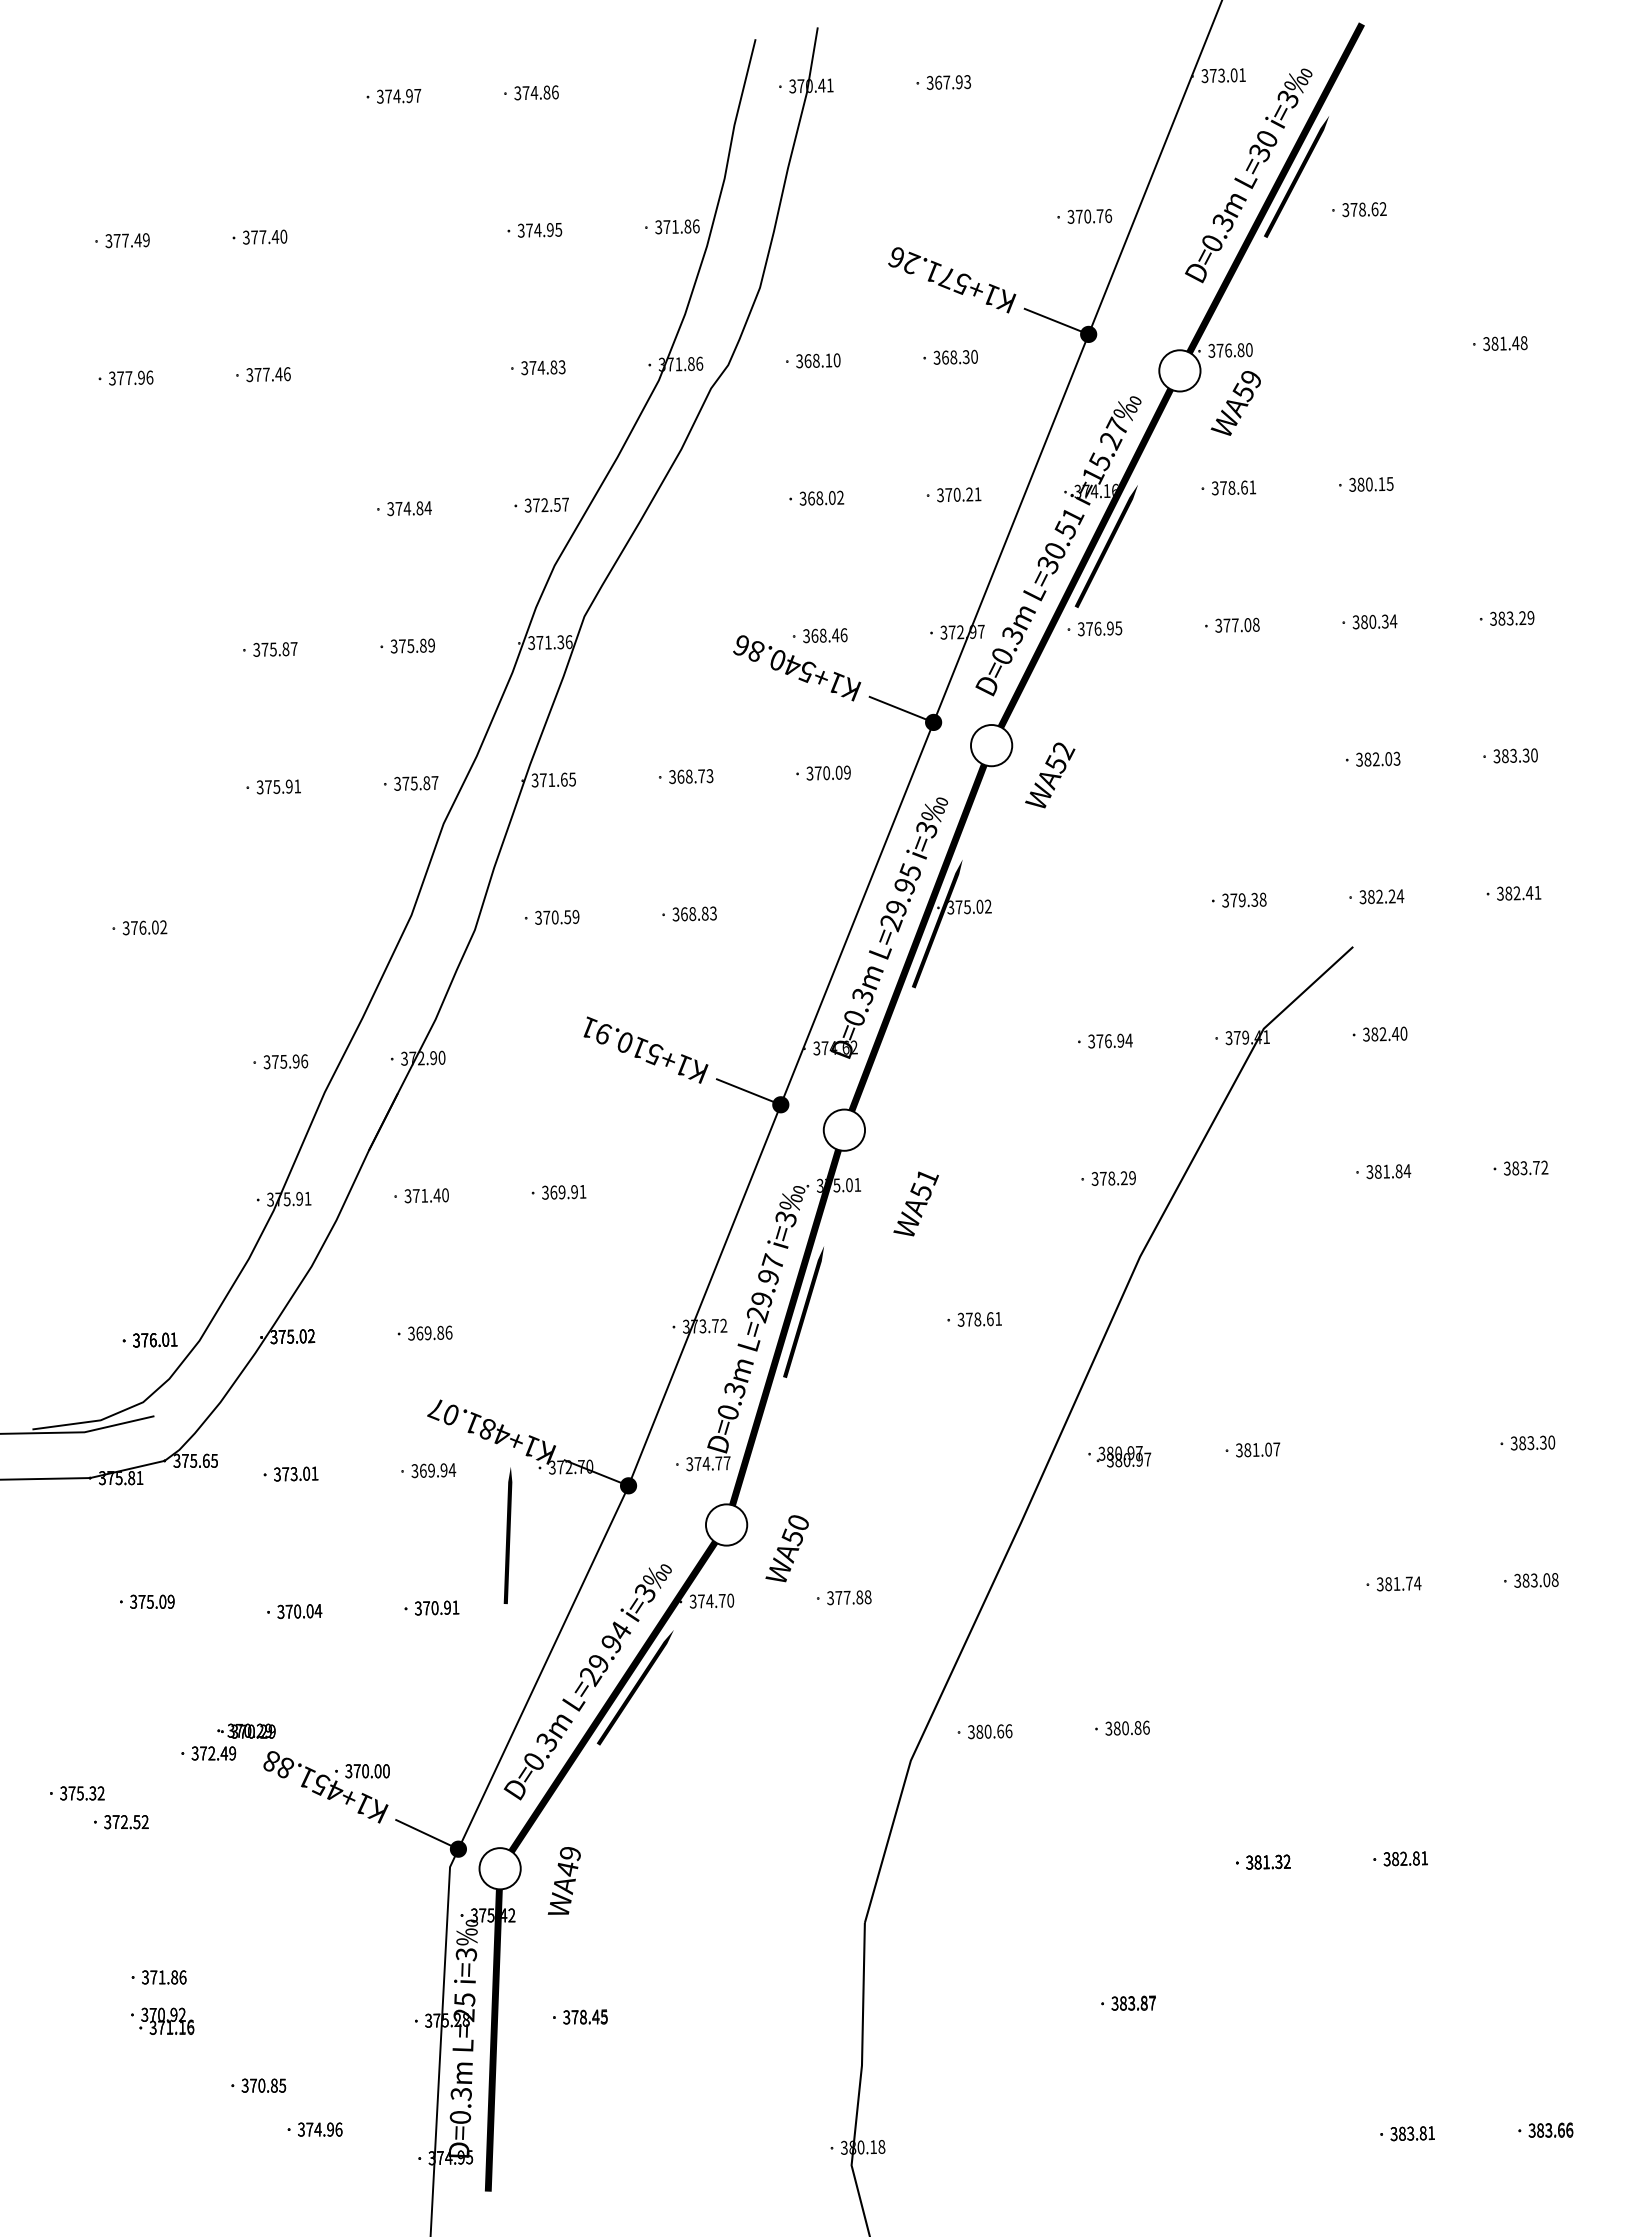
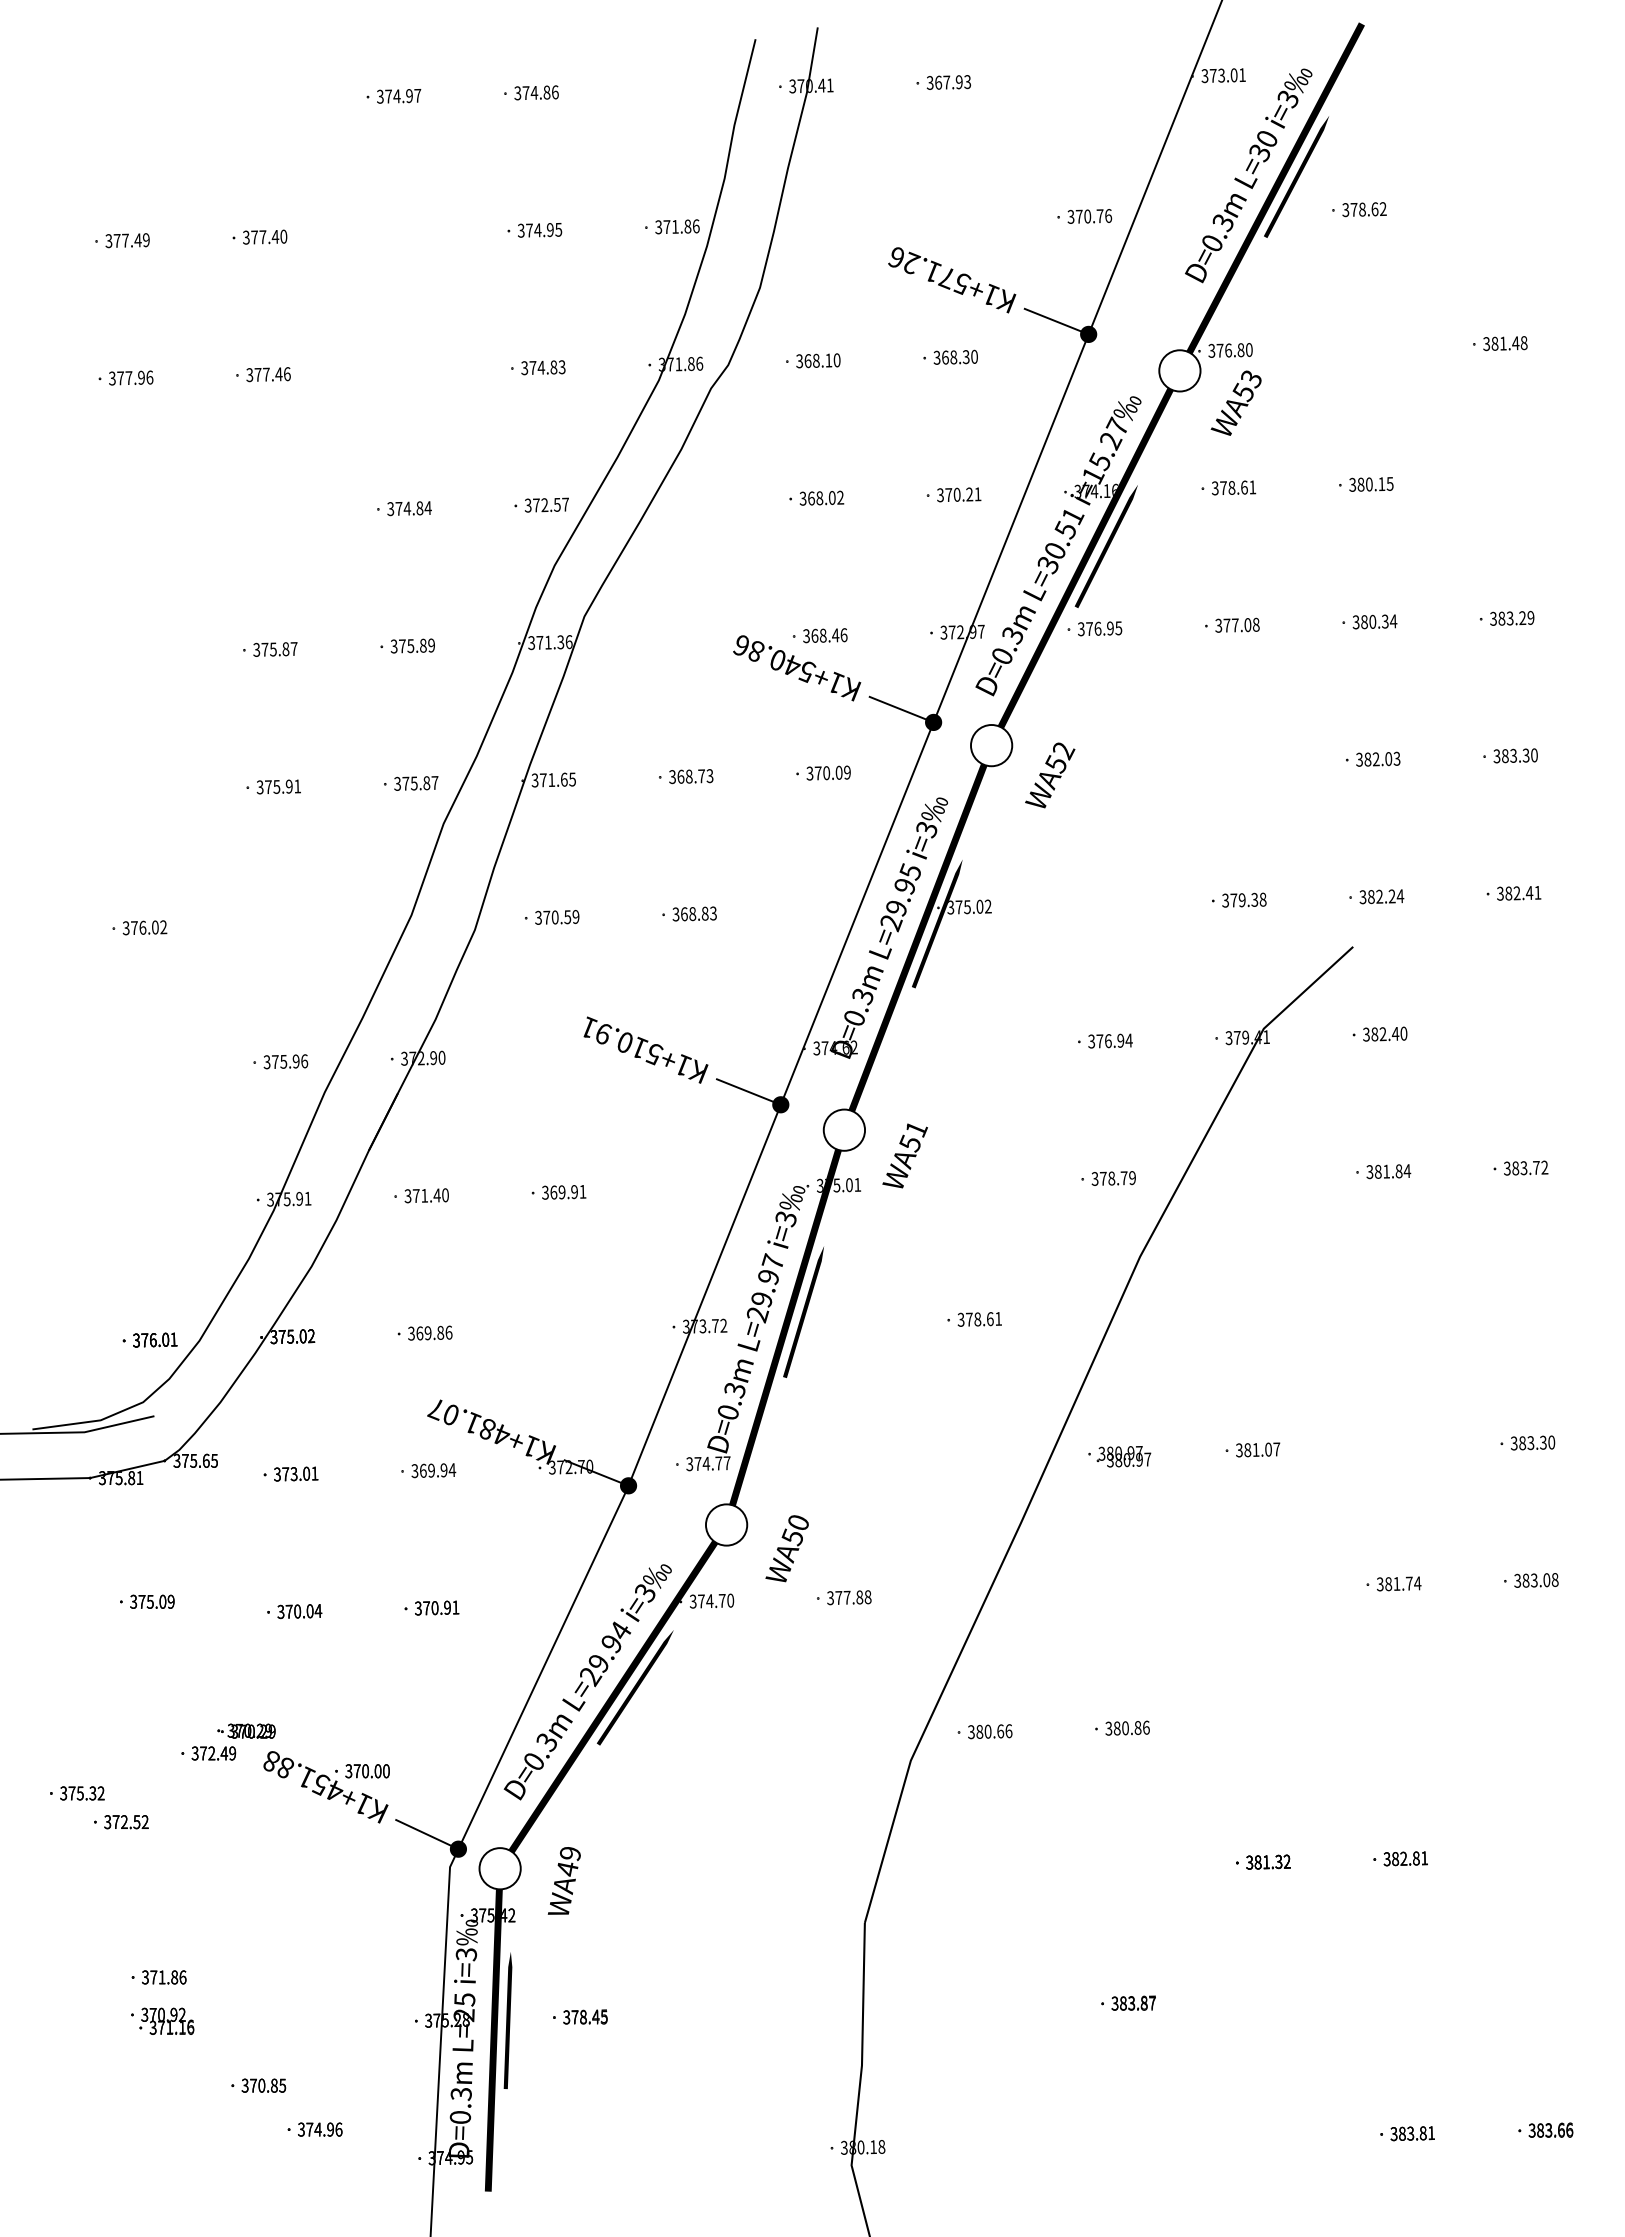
text at (1251, 379): WA59 -> WA53
text at (1123, 1178): 378.29 -> 378.79
text at (915, 1203) position: (915, 1203) -> (904, 1155)
part at (507, 1535) position: (507, 1535) -> (507, 2020)
